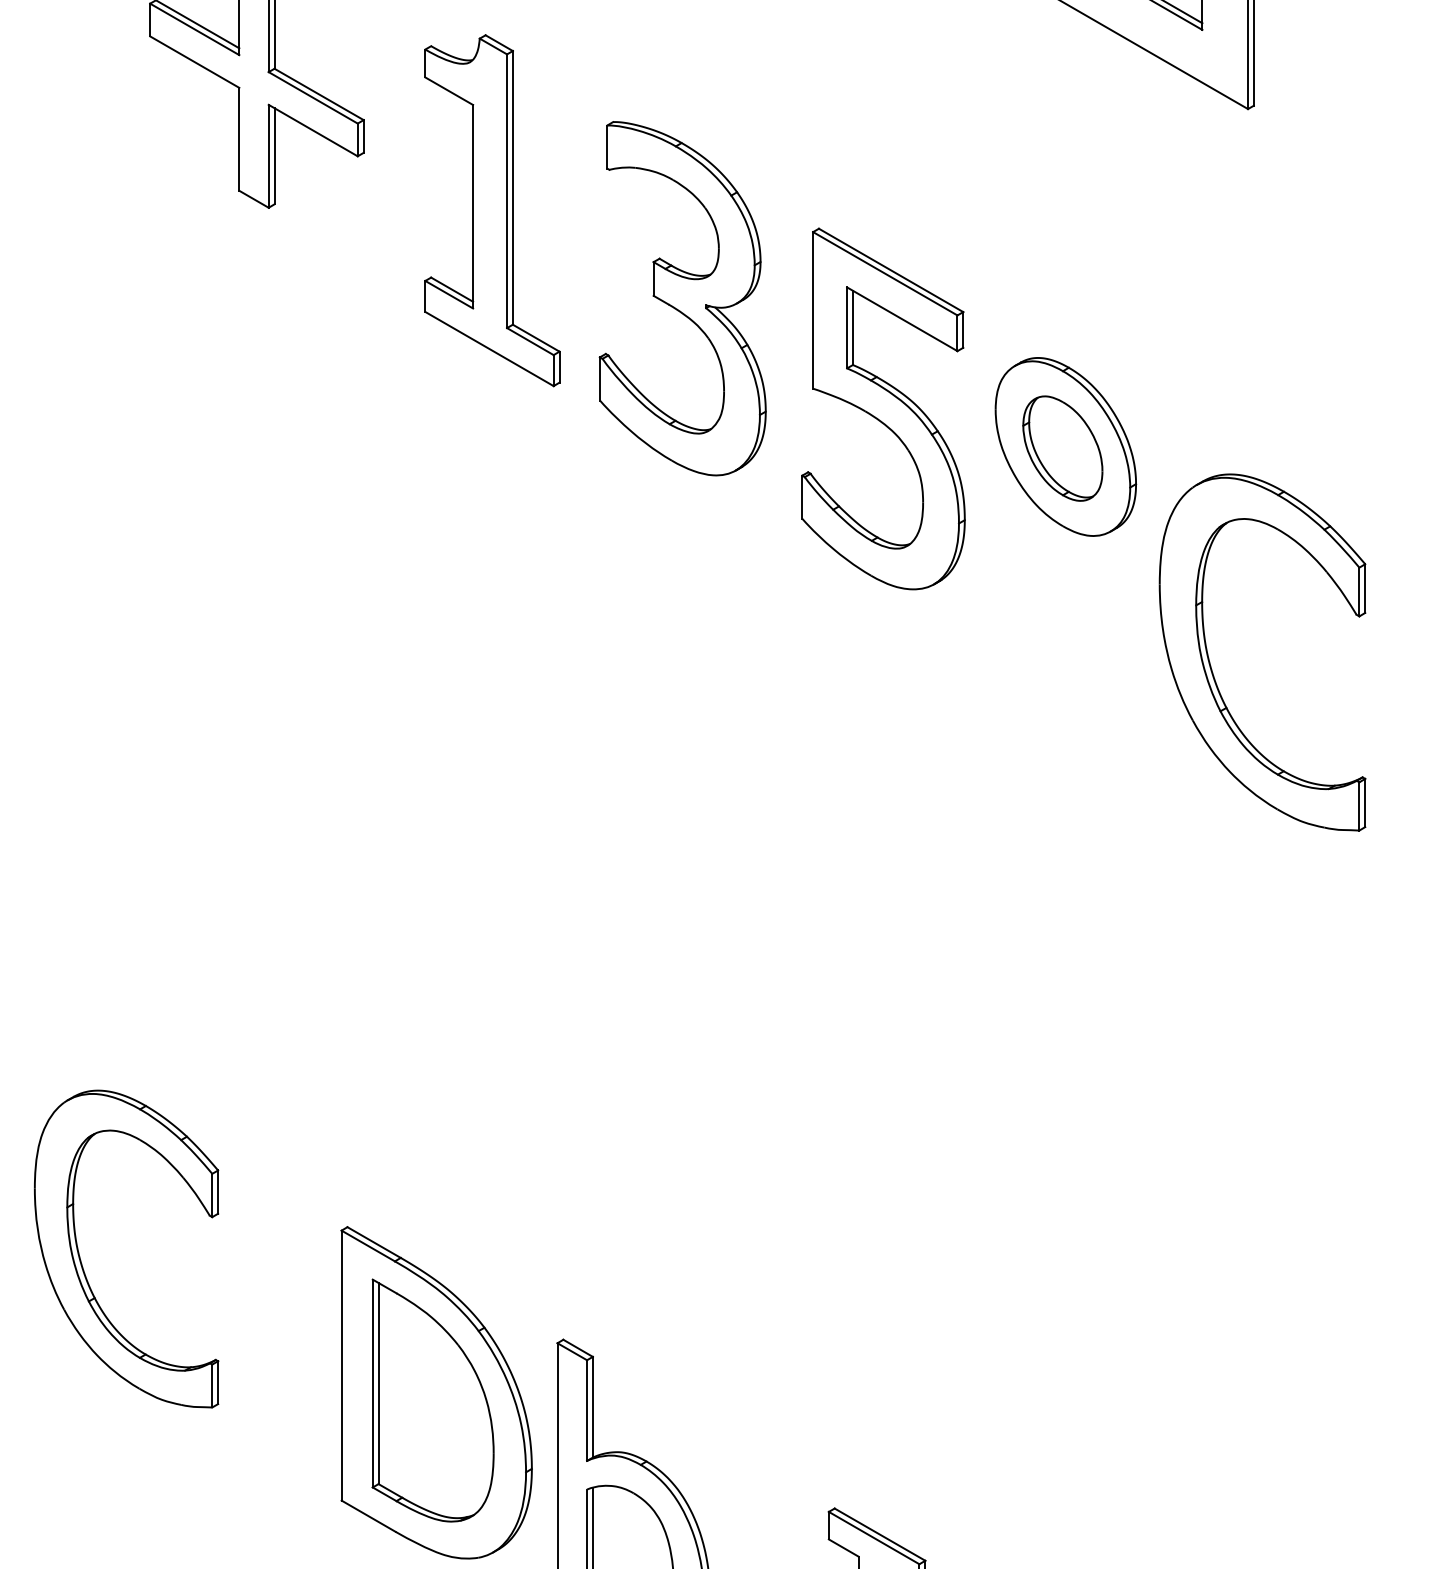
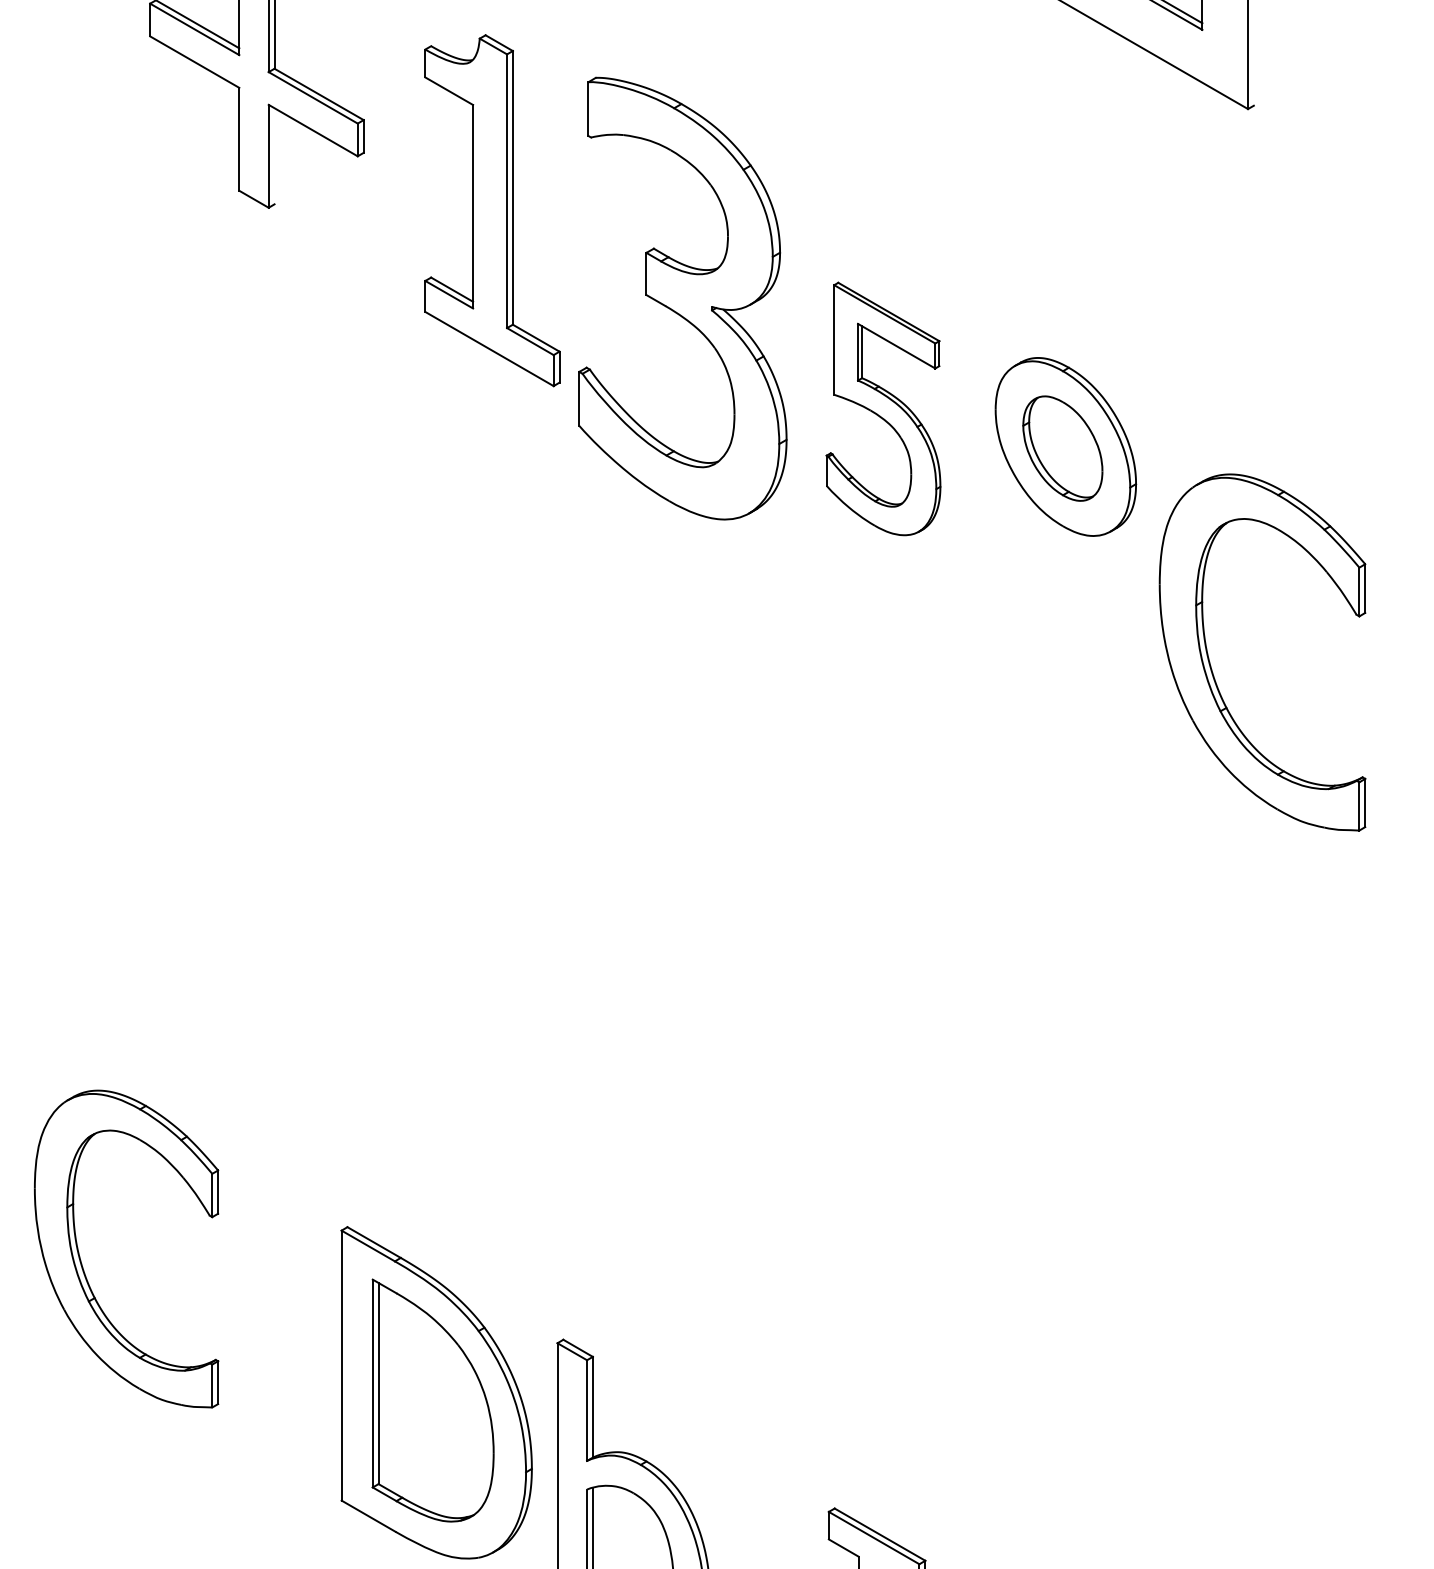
line at (1253, 53): present -> none
line at (274, 156): present -> none
part at (682, 298) size: 169x356 px -> 210x445 px
part at (883, 408) size: 165x364 px -> 117x256 px
